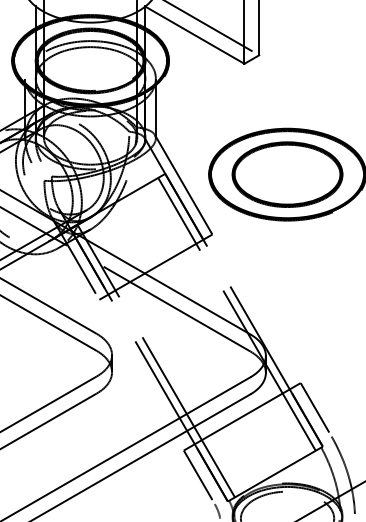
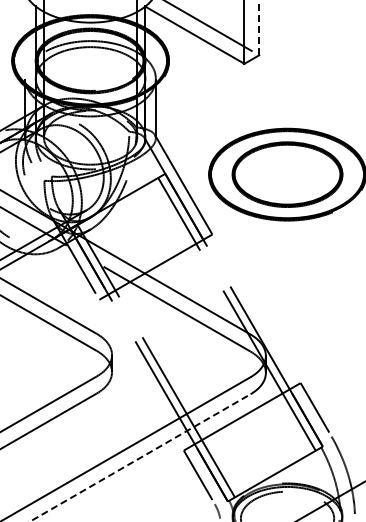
line at (259, 27): solid -> dashed
line at (140, 457): solid -> dashed
